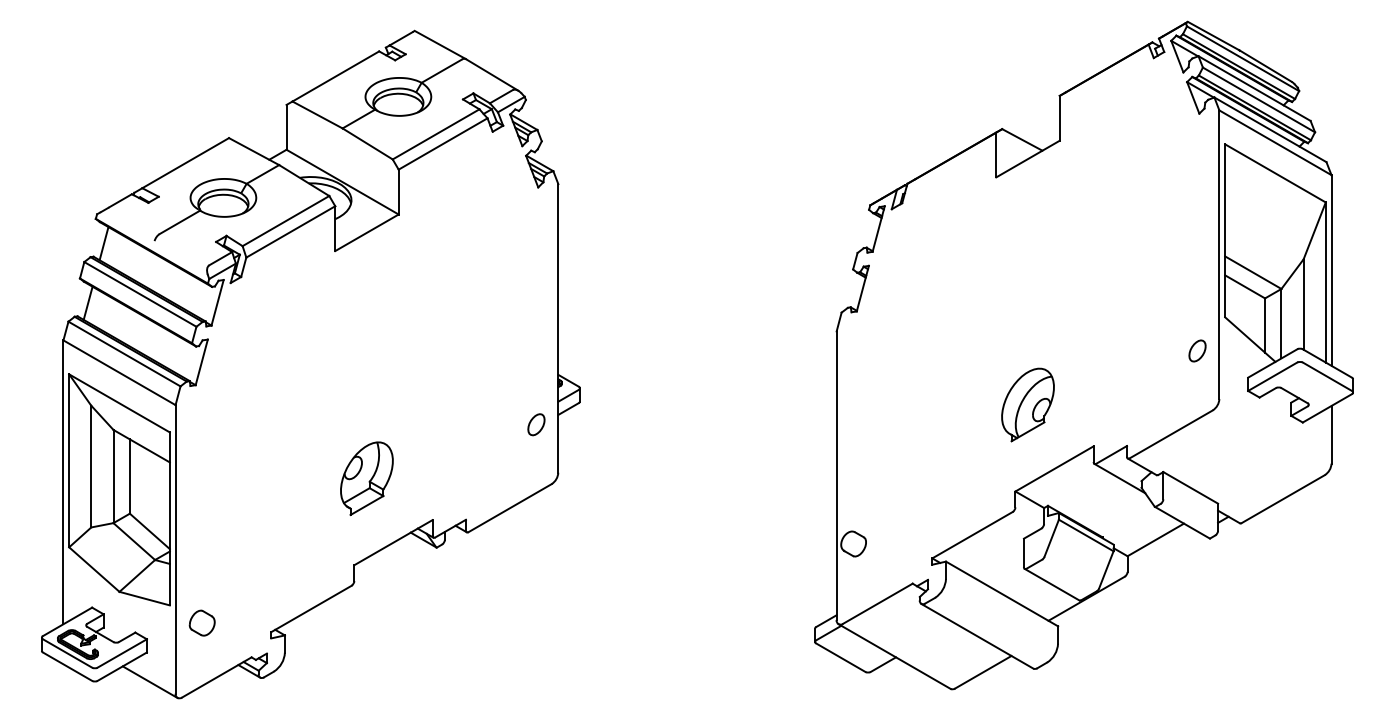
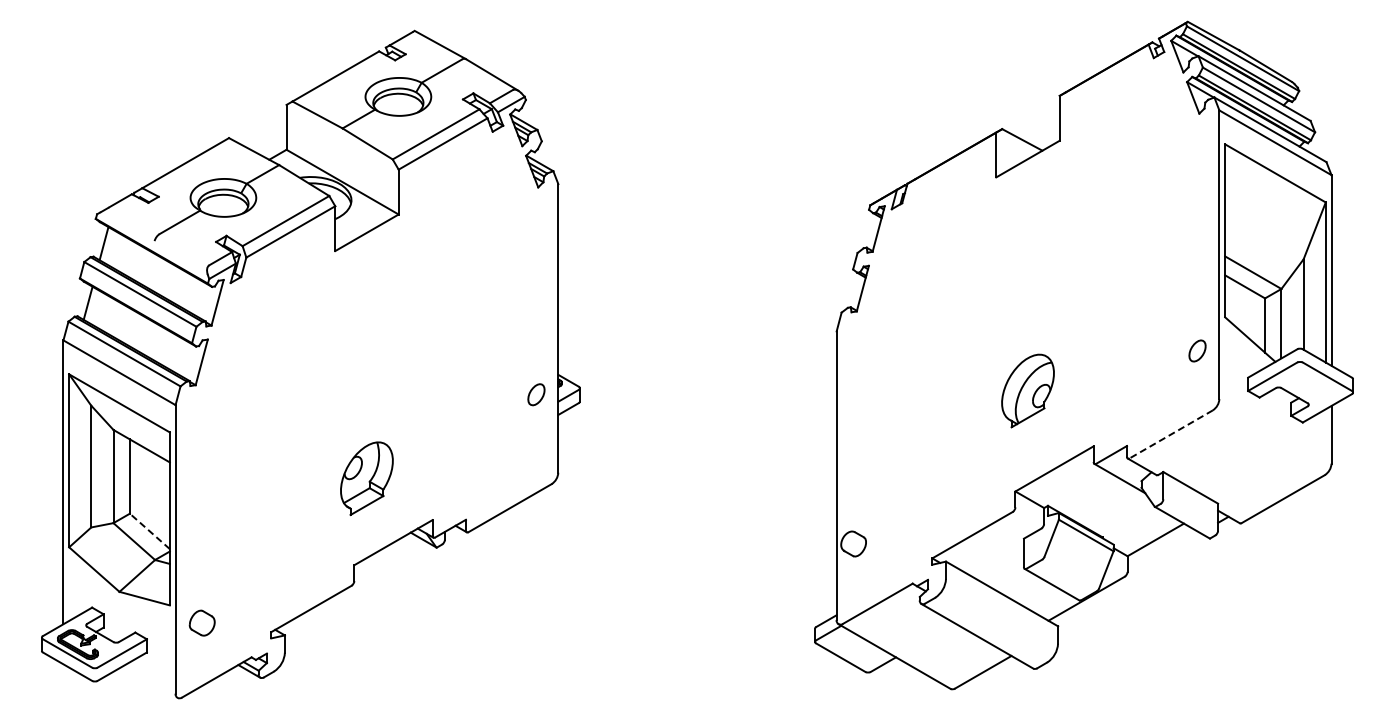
part at (1027, 404) position: (1027, 404) -> (1027, 390)
part at (536, 424) position: (536, 424) -> (536, 394)
line at (1171, 434): solid -> dashed
line at (149, 531): solid -> dashed
line at (149, 681): present -> none
